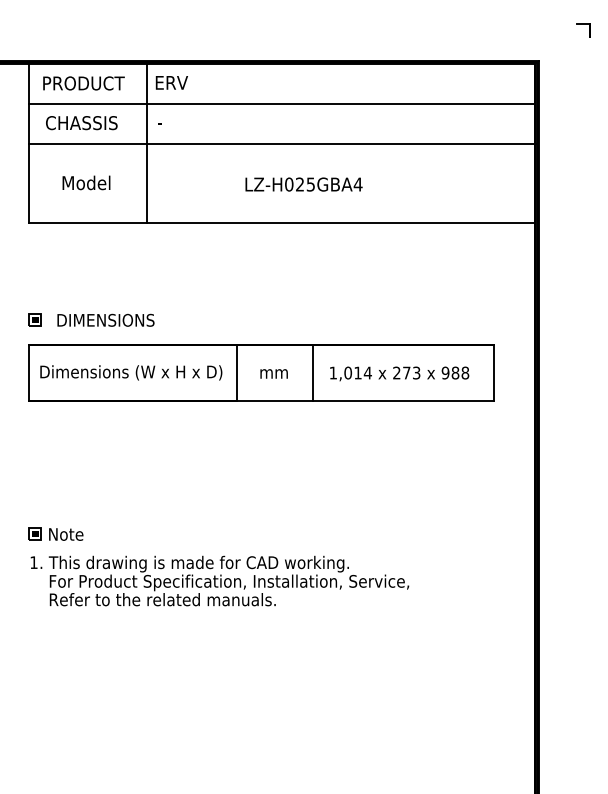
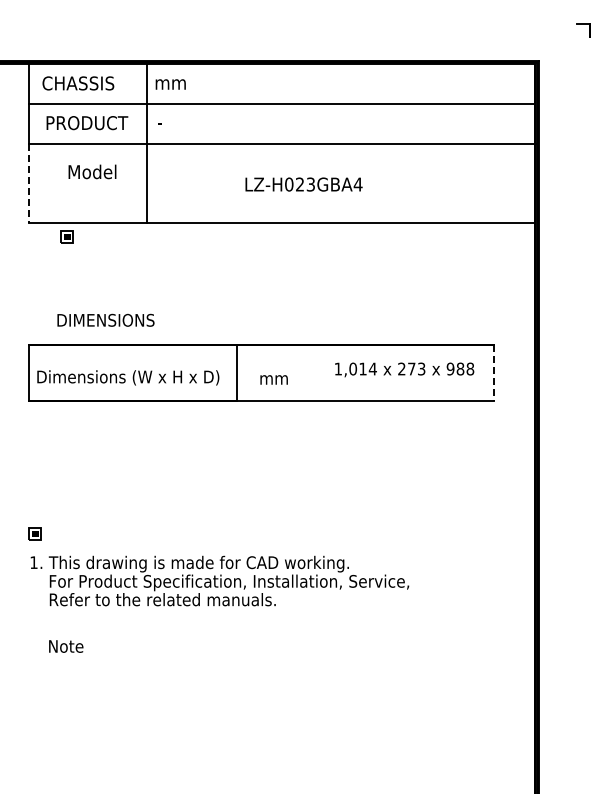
text at (171, 82): ERV -> mm
text at (83, 83): PRODUCT -> CHASSIS
text at (87, 123): CHASSIS -> PRODUCT
text at (86, 182) position: (86, 182) -> (92, 171)
text at (310, 183): LZ-H025GBA4 -> LZ-H023GBA4
line at (29, 184): solid -> dashed
part at (34, 319) position: (34, 319) -> (66, 236)
text at (131, 372) position: (131, 372) -> (128, 377)
line at (312, 372): present -> none
line at (494, 372): solid -> dashed
text at (273, 373) position: (273, 373) -> (273, 379)
text at (399, 373) position: (399, 373) -> (404, 369)
text at (66, 534) position: (66, 534) -> (66, 646)
